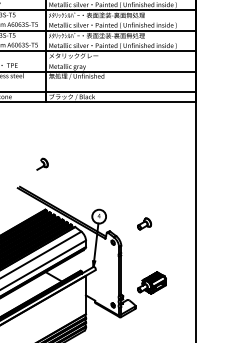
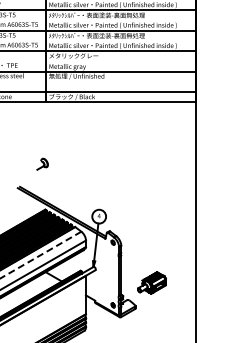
part at (144, 223): present -> none
line at (40, 255): solid -> dashed
